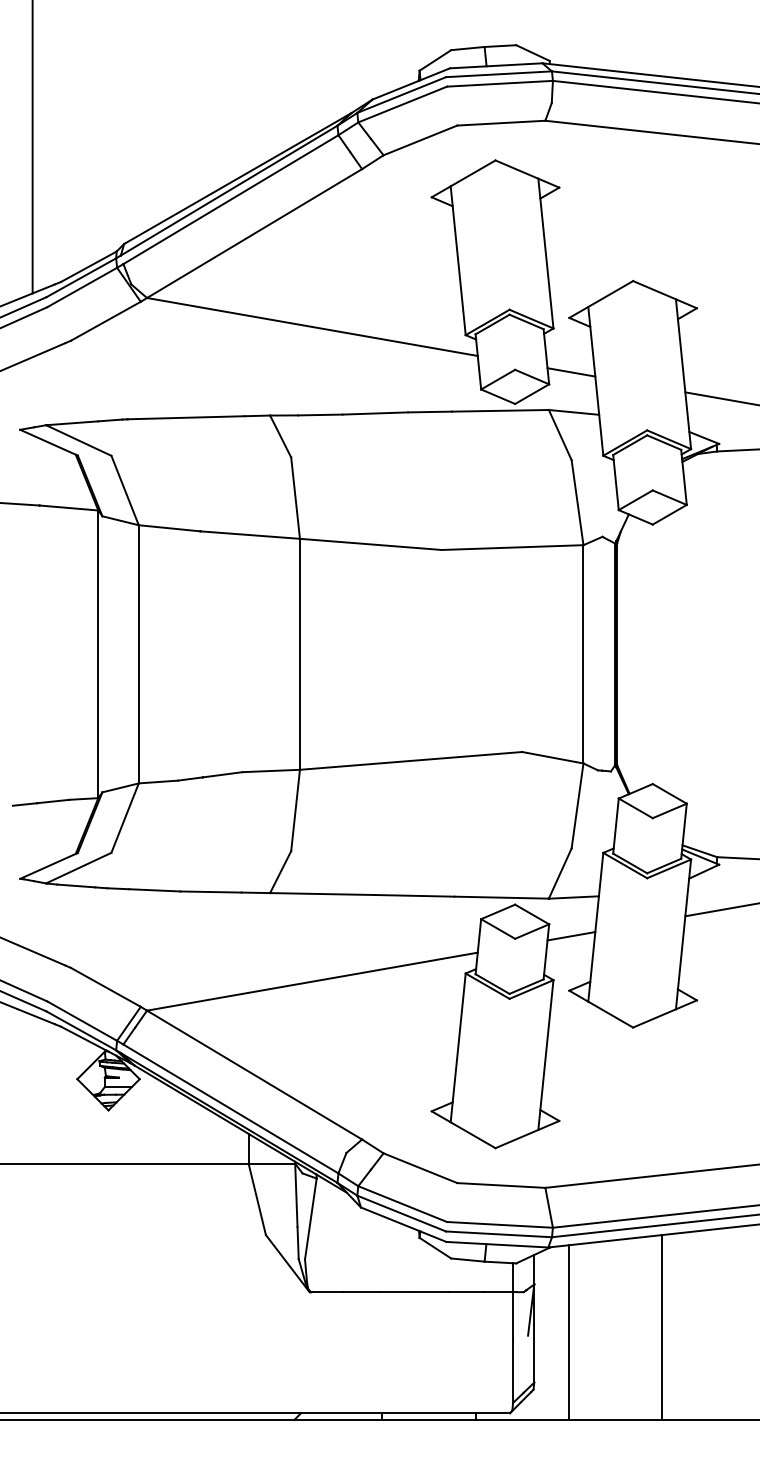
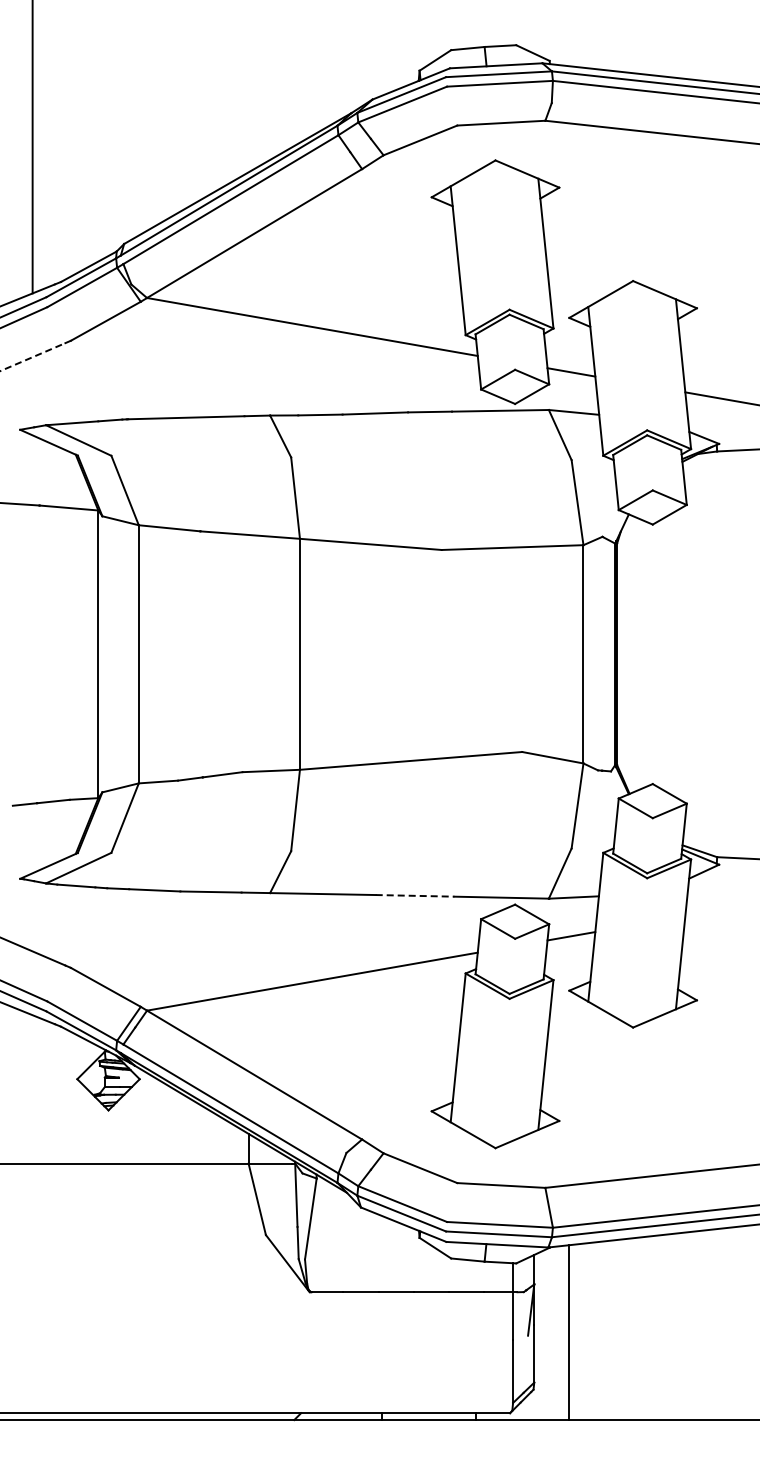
line at (33, 356): solid -> dashed
line at (415, 895): solid -> dashed
line at (720, 909): present -> none
line at (661, 1327): present -> none
